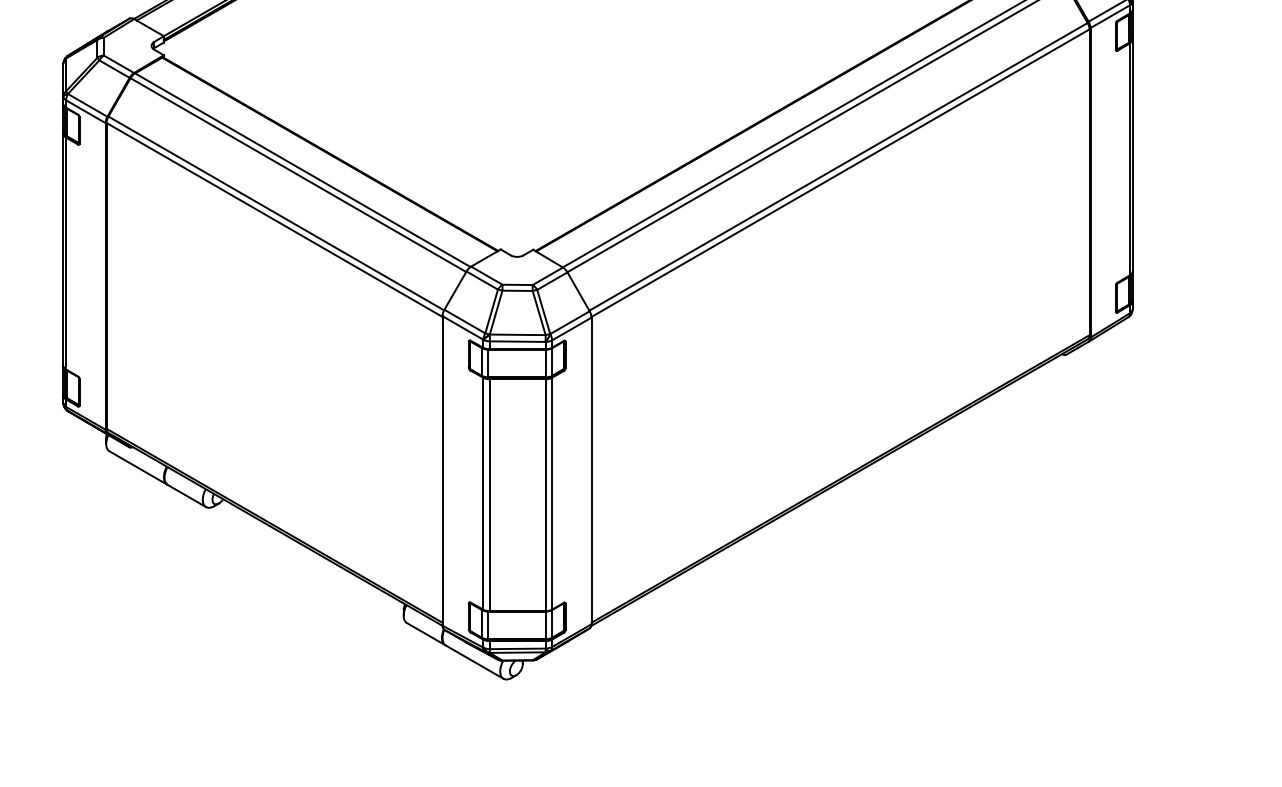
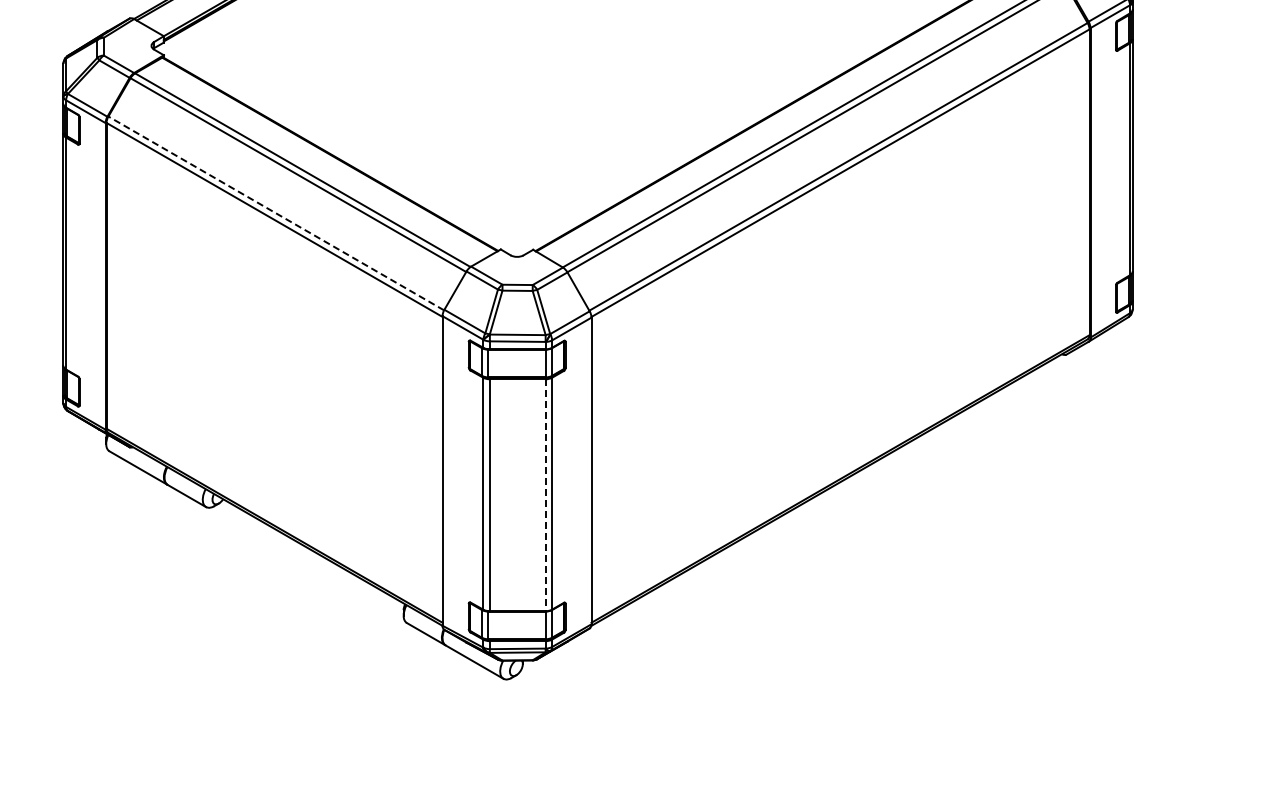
line at (276, 213): solid -> dashed
line at (545, 495): solid -> dashed
